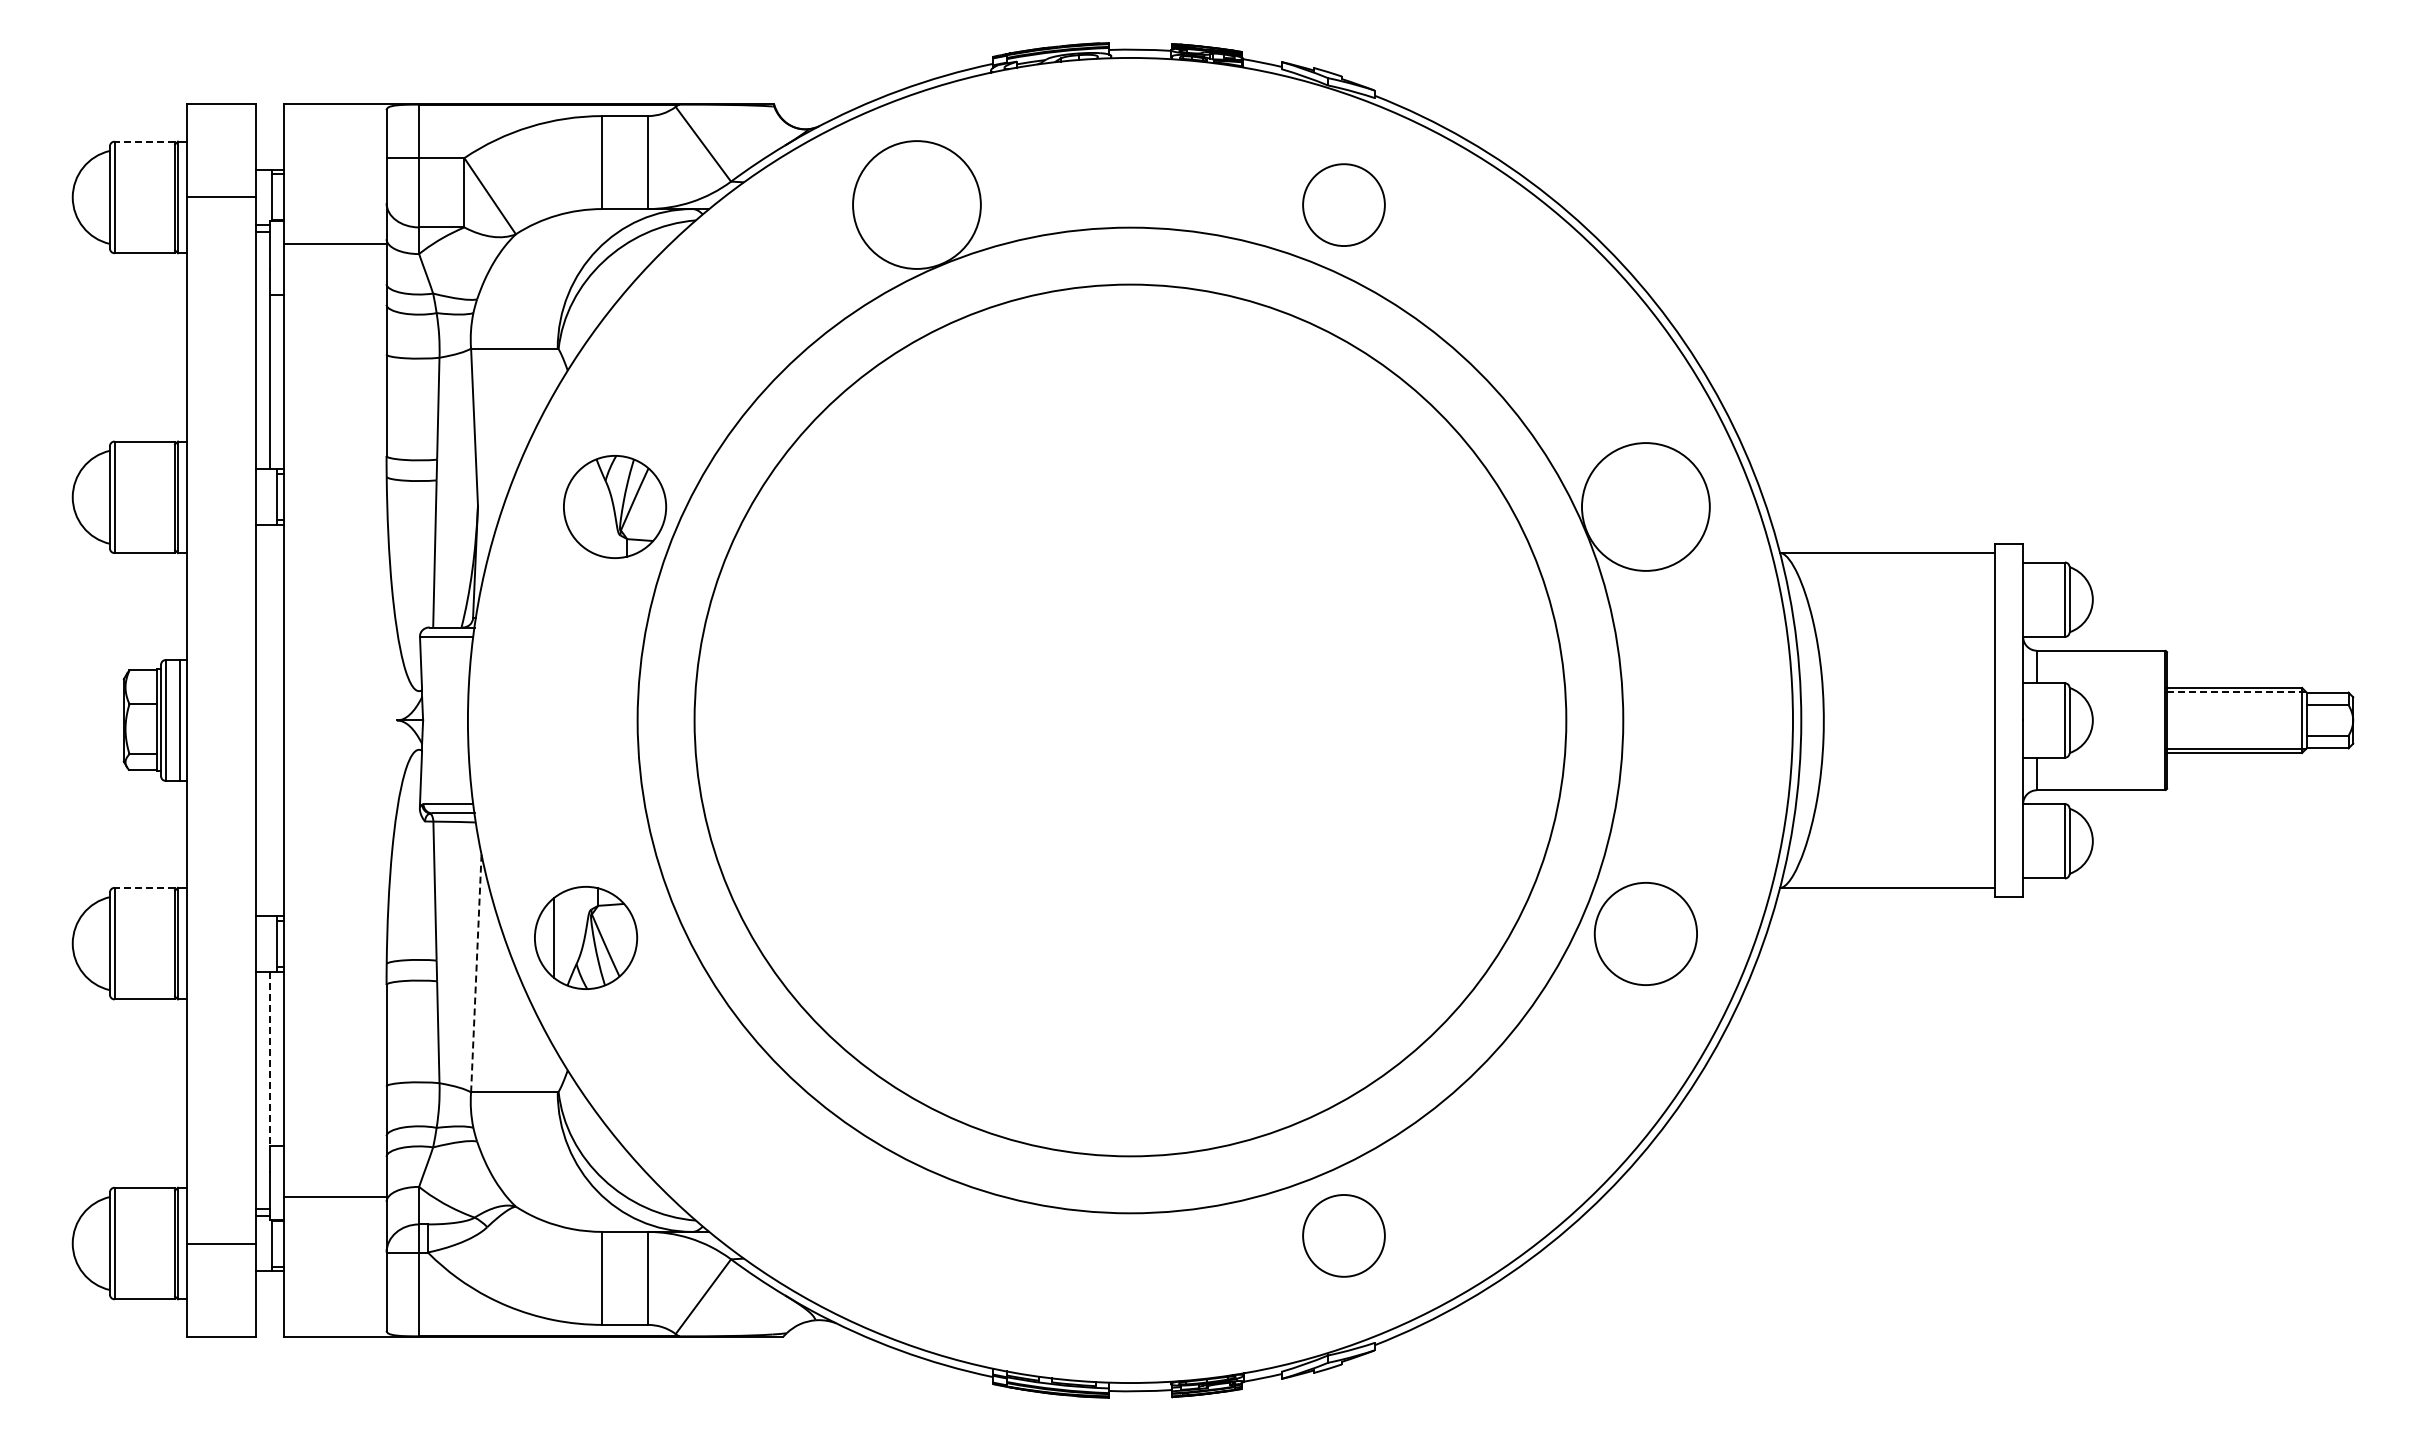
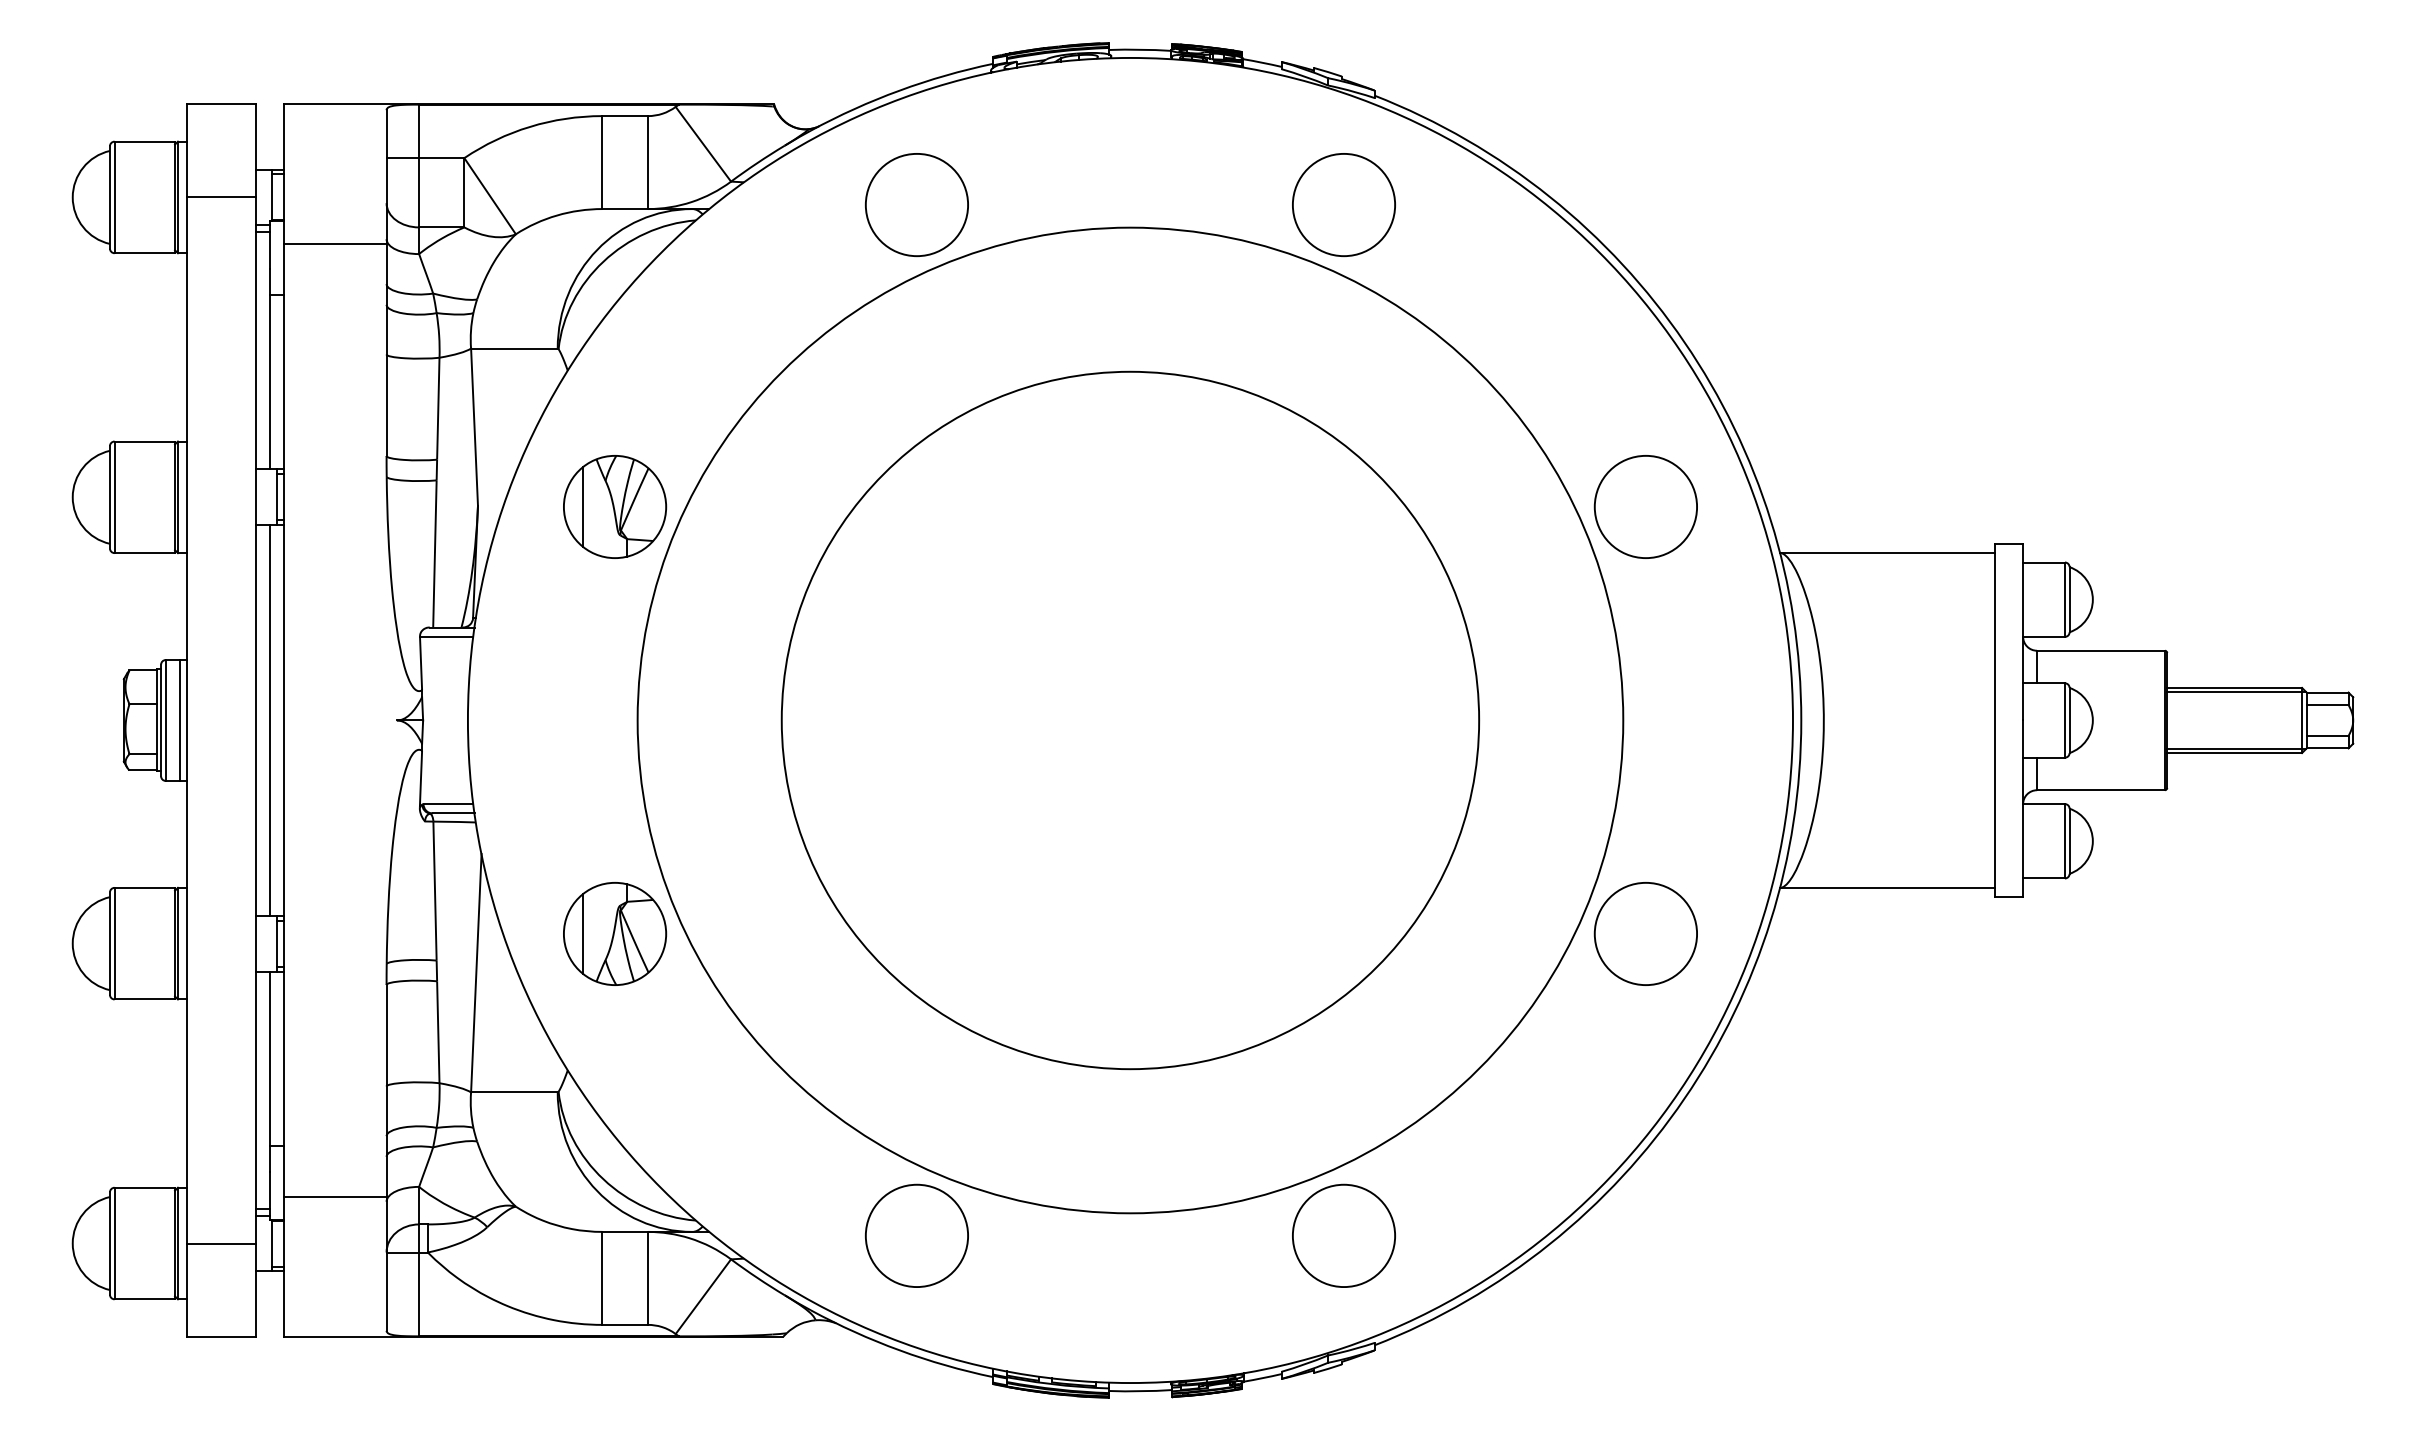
line at (144, 141): dashed -> solid
circle at (916, 204) diameter: 128 px -> 102 px
circle at (1343, 204) size: 84x84 px -> 104x105 px
line at (582, 506): none -> present
circle at (1645, 506) diameter: 128 px -> 102 px
line at (2236, 692): dashed -> solid
line at (270, 720): none -> present
circle at (1130, 720) diameter: 872 px -> 697 px
line at (144, 887): dashed -> solid
part at (586, 937) position: (586, 937) -> (615, 933)
line at (476, 972): dashed -> solid
line at (270, 1059): dashed -> solid
circle at (916, 1235): none -> present
circle at (1343, 1235) diameter: 82 px -> 102 px
